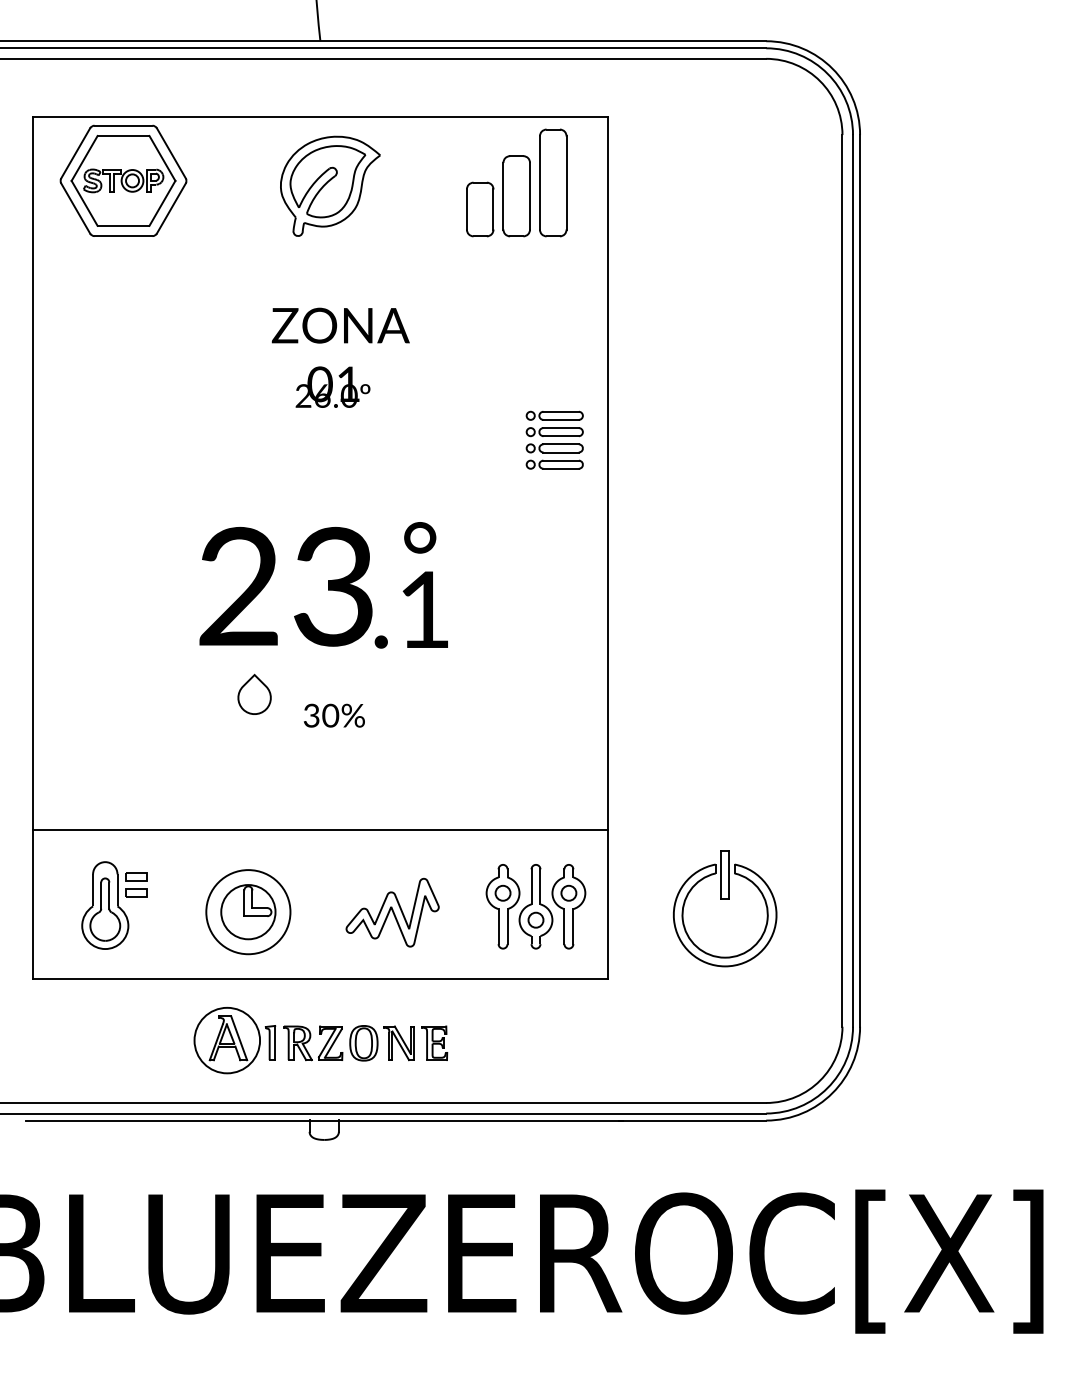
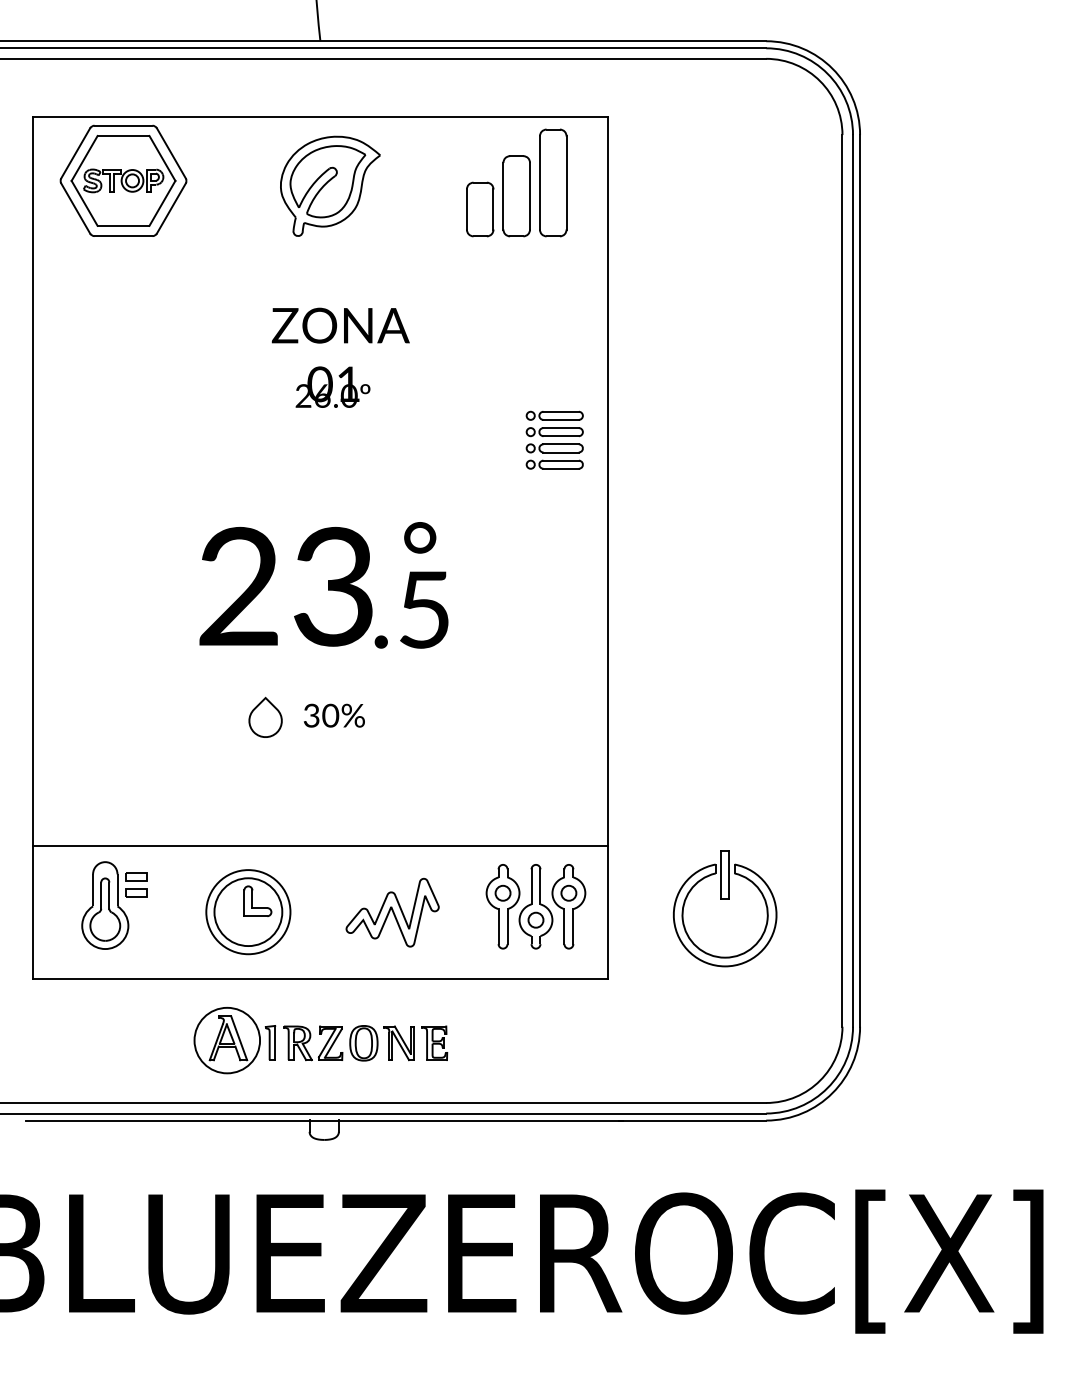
text at (424, 609): .1 -> .5
part at (254, 693) position: (254, 693) -> (265, 716)
line at (319, 830) position: (319, 830) -> (319, 846)
circle at (248, 912) diameter: 54 px -> 68 px
